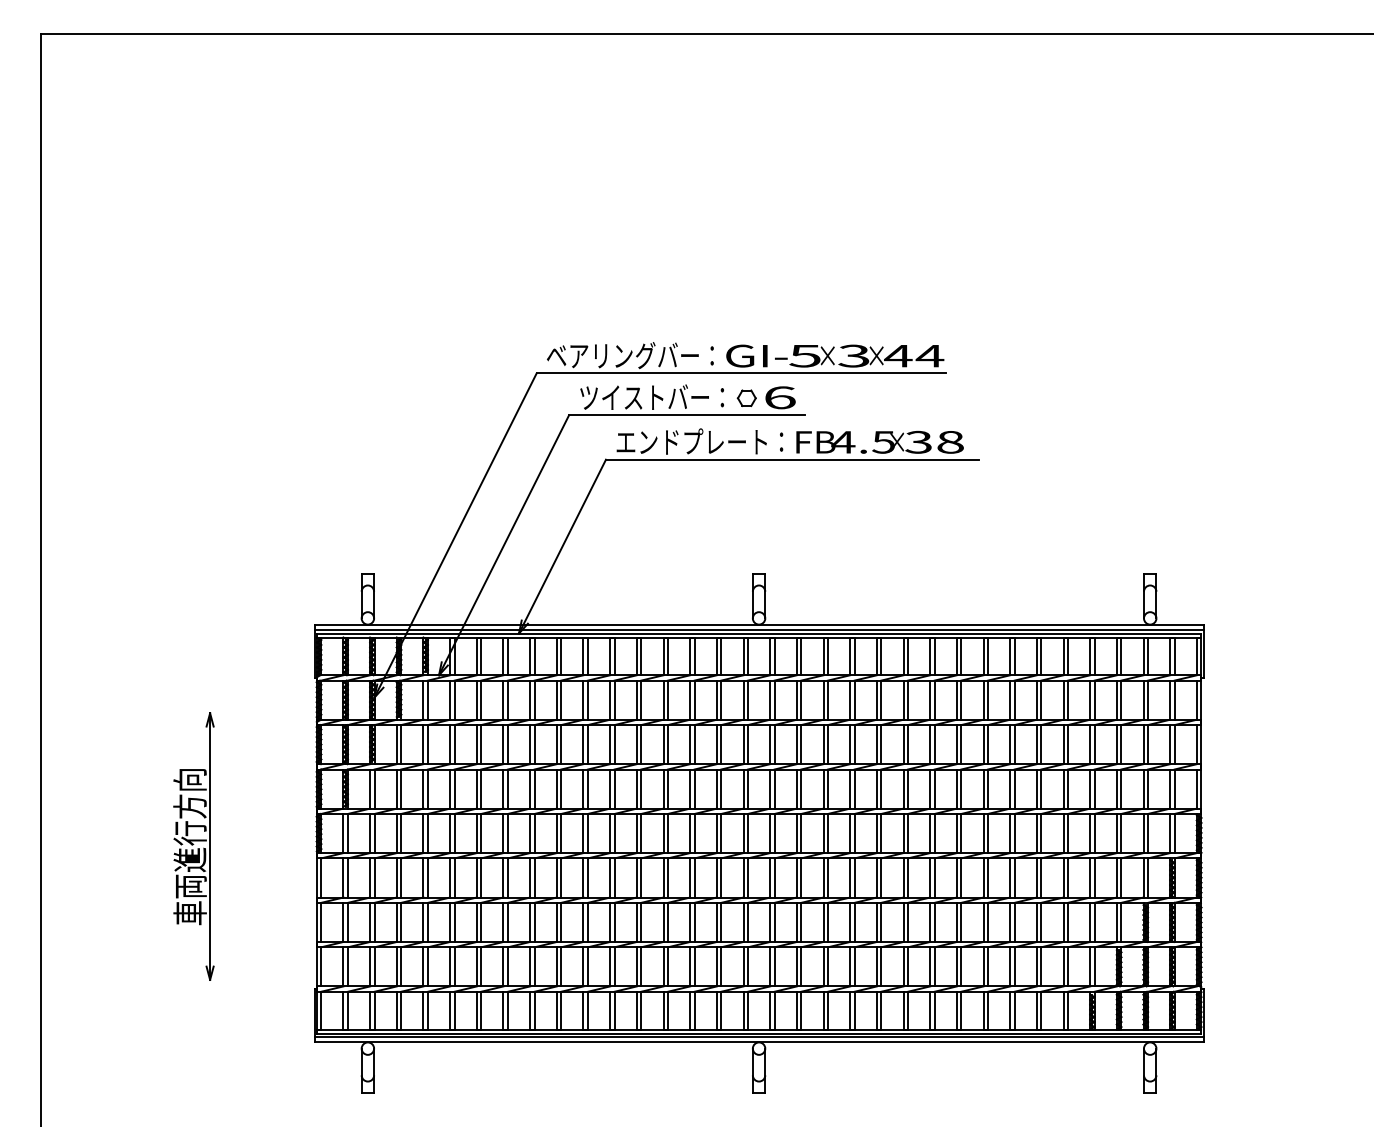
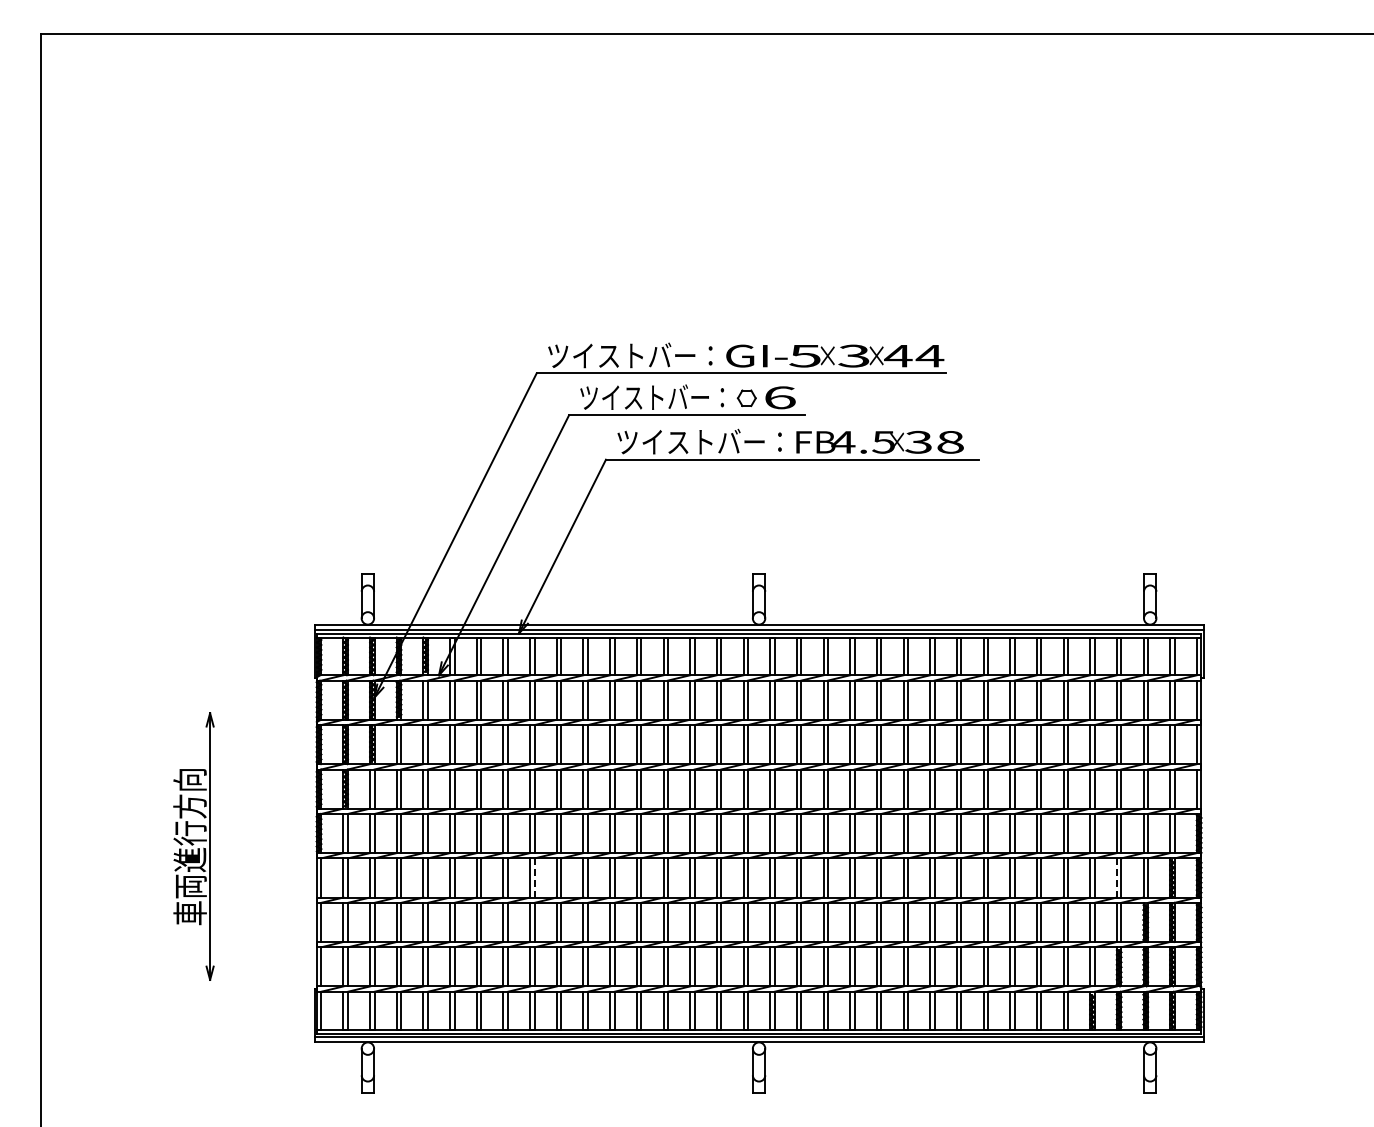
text at (629, 355): ベアリングバー： -> ツイストバー：
text at (699, 441): エンドプレート： -> ツイストバー：
line at (534, 877): solid -> dashed
line at (1116, 877): solid -> dashed
